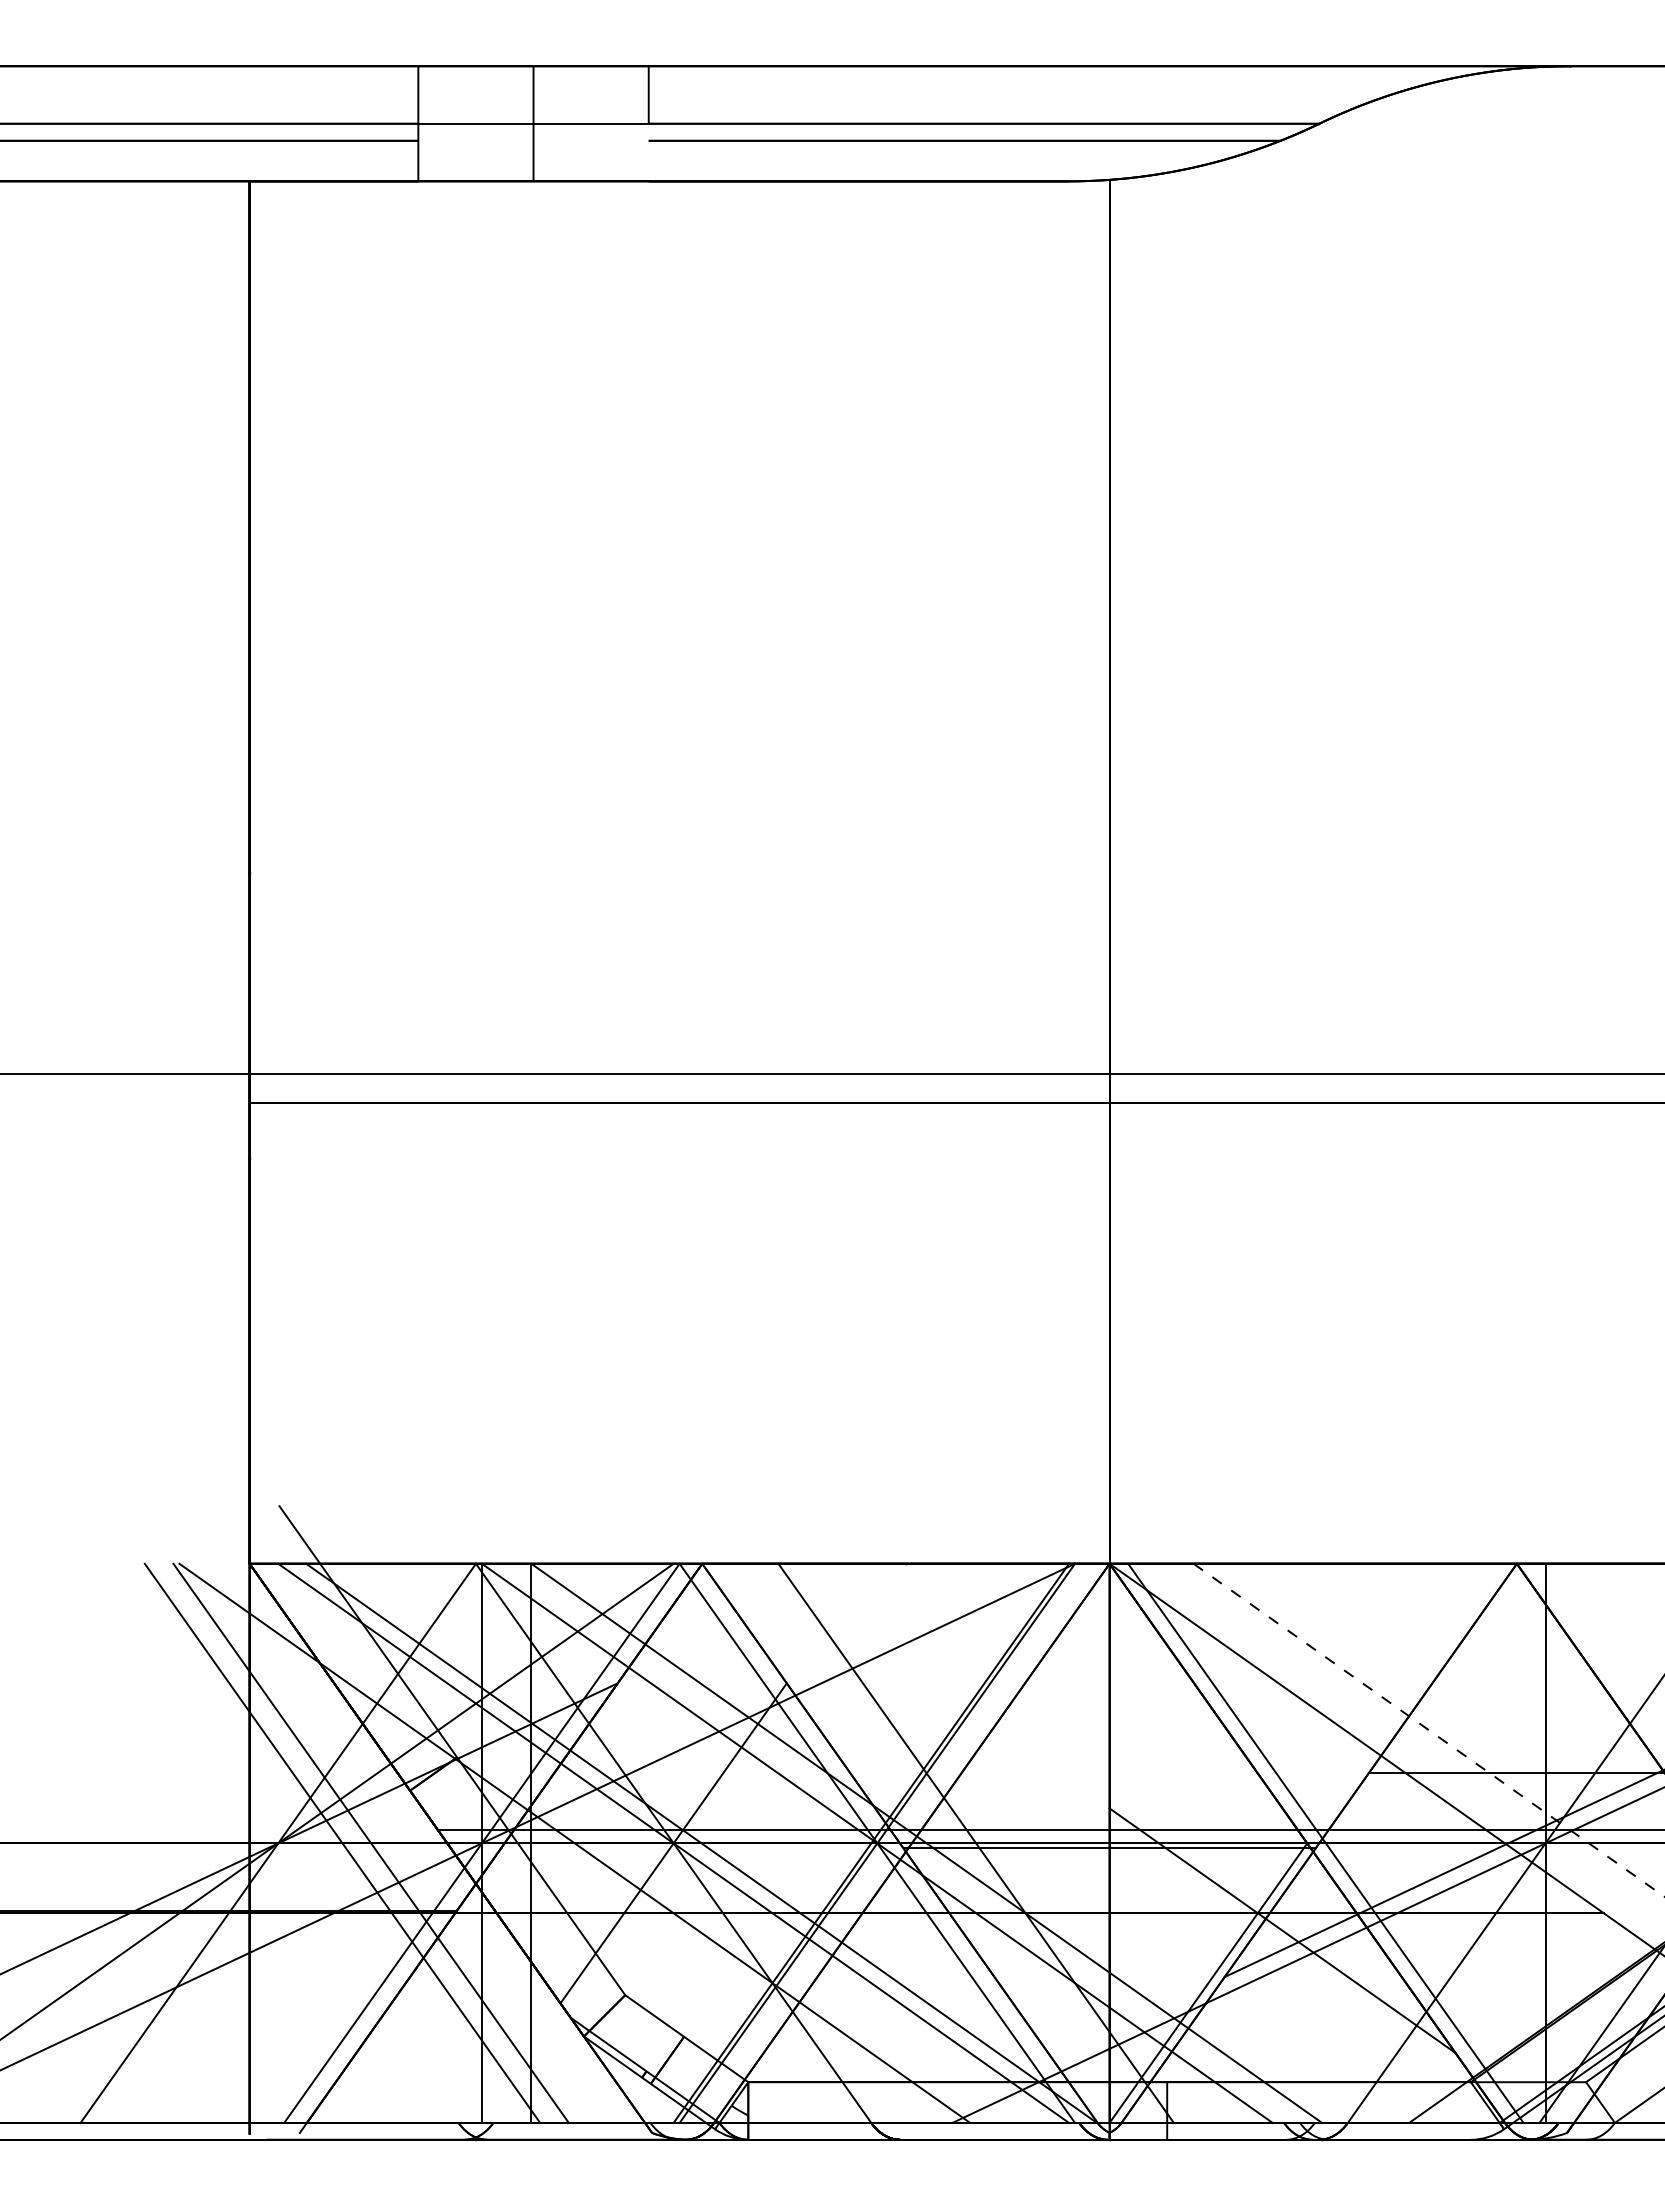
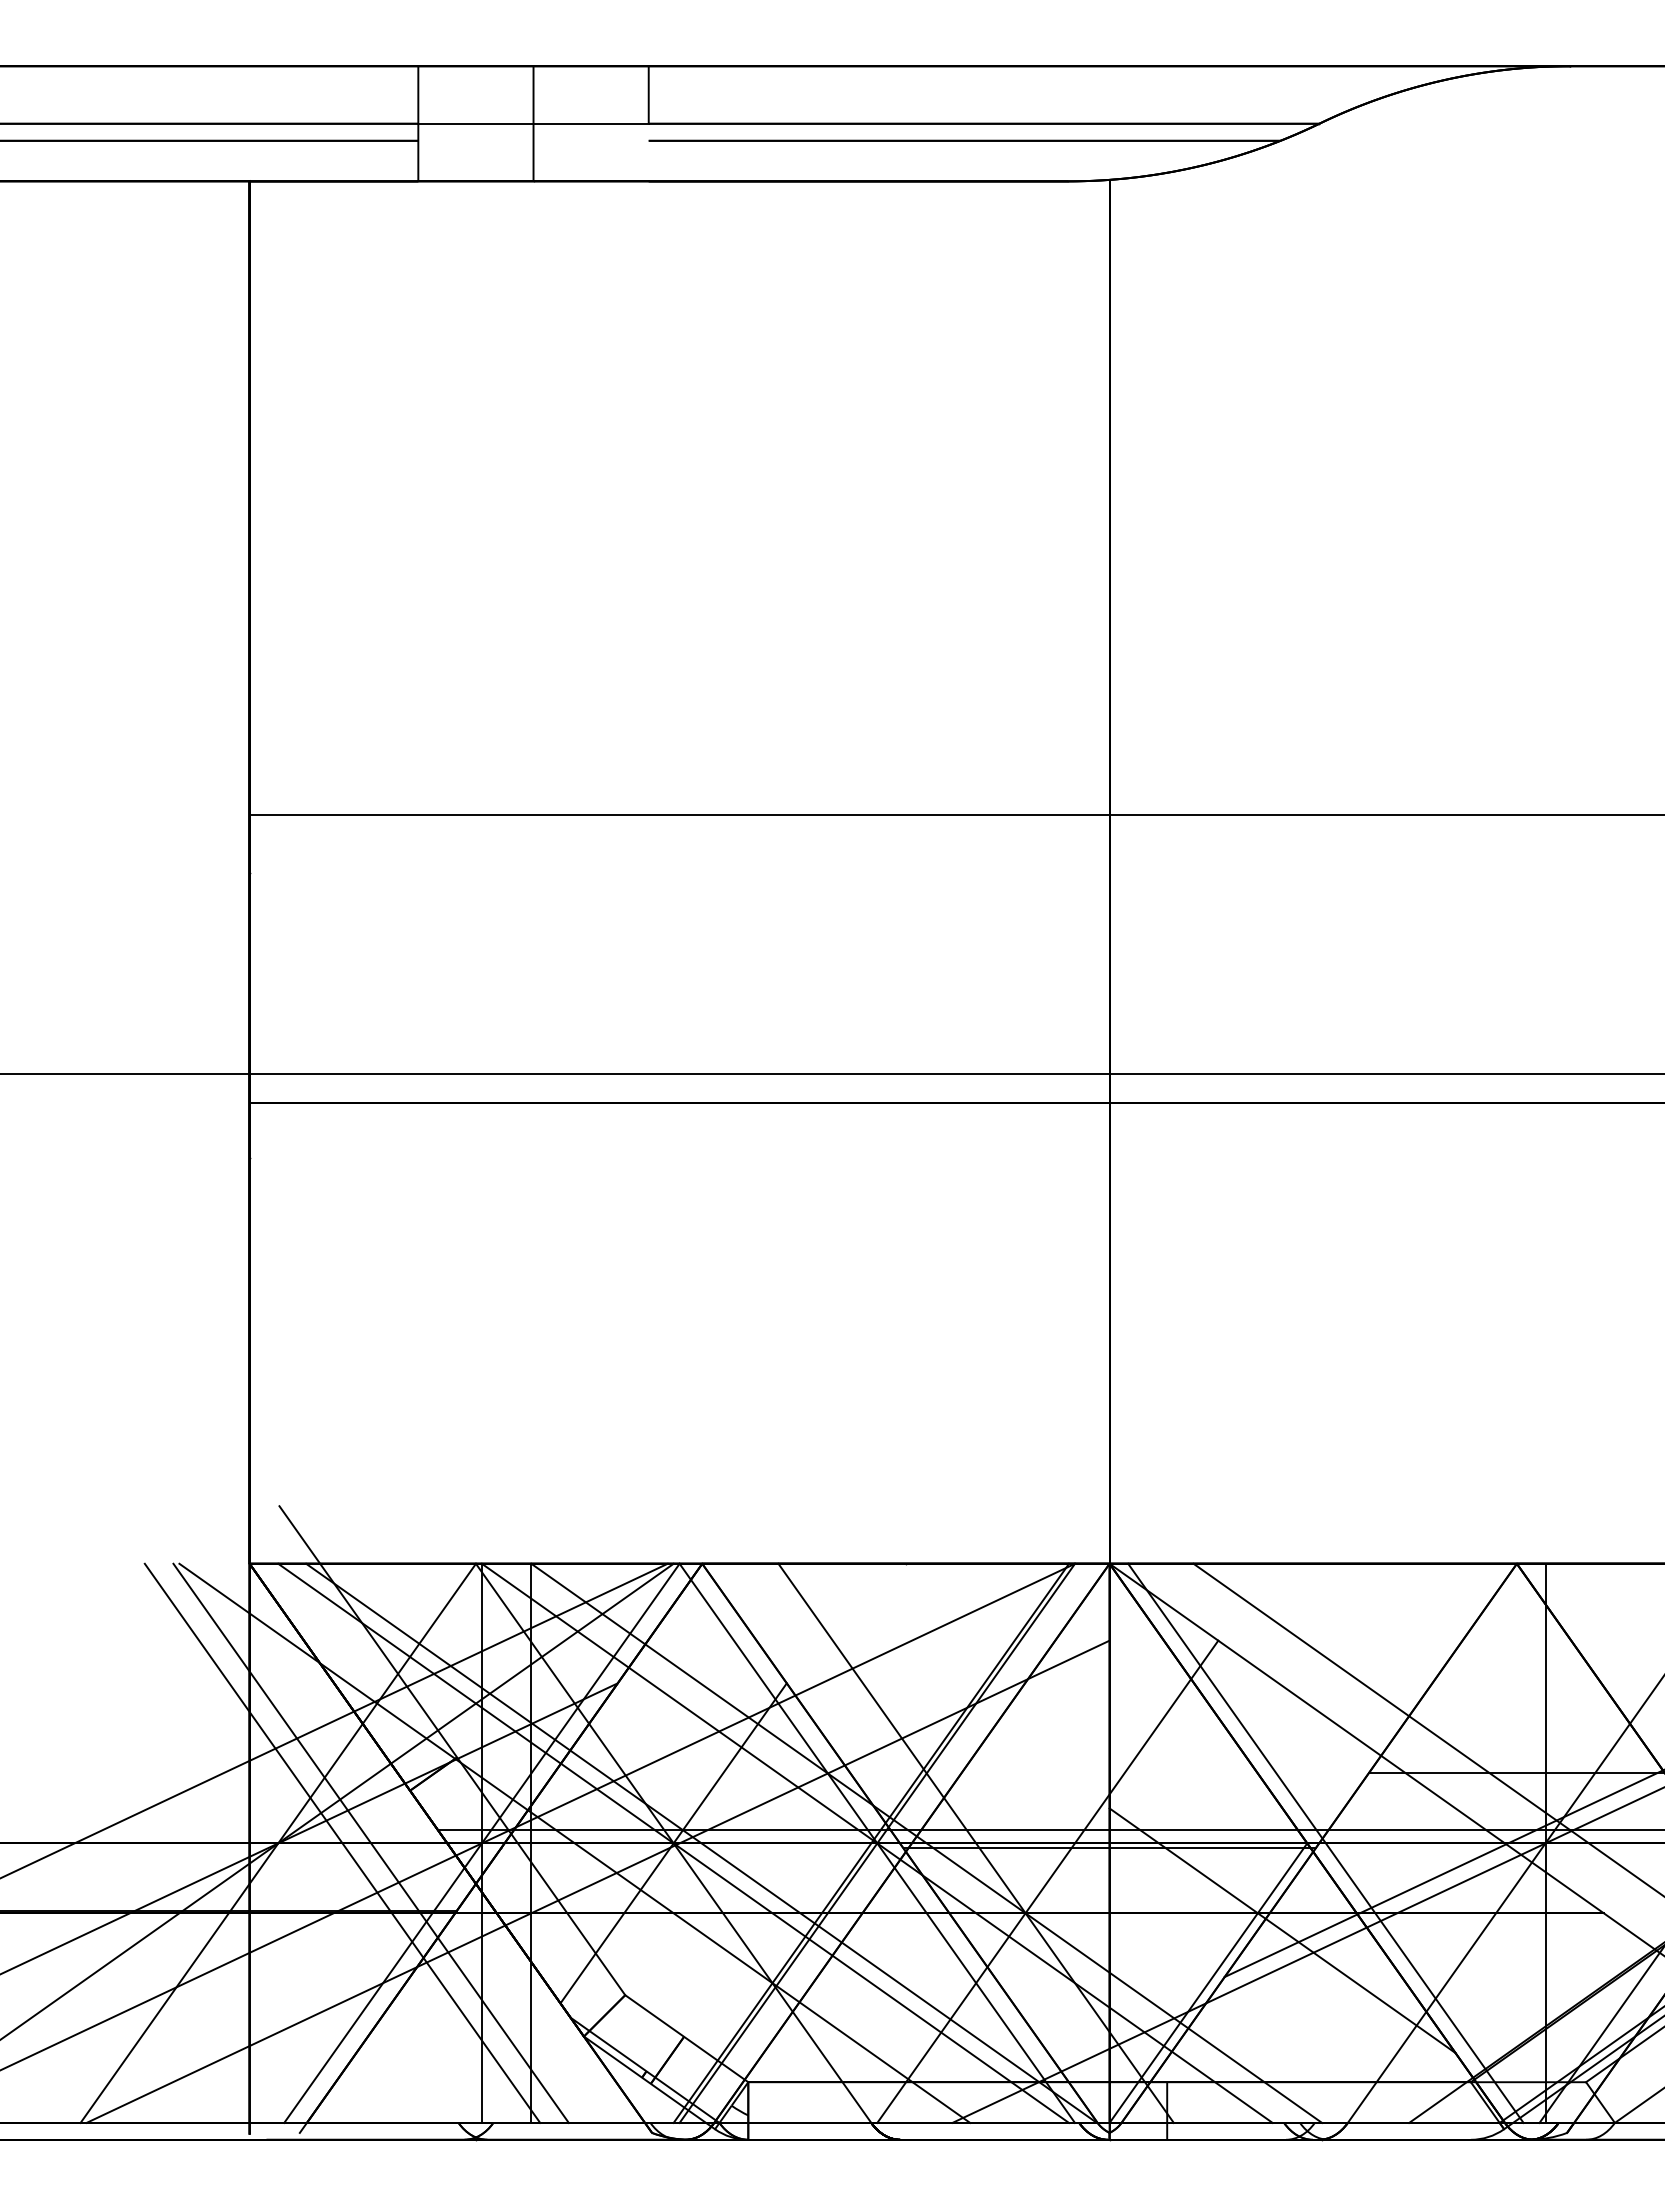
line at (955, 815): none -> present
line at (334, 1720): none -> present
line at (1429, 1730): dashed -> solid
line at (597, 1881): none -> present
line at (1047, 1881): none -> present
